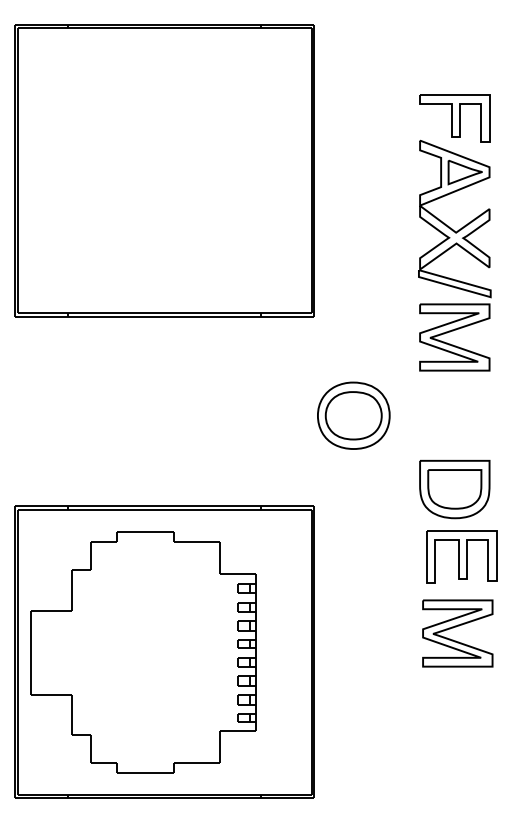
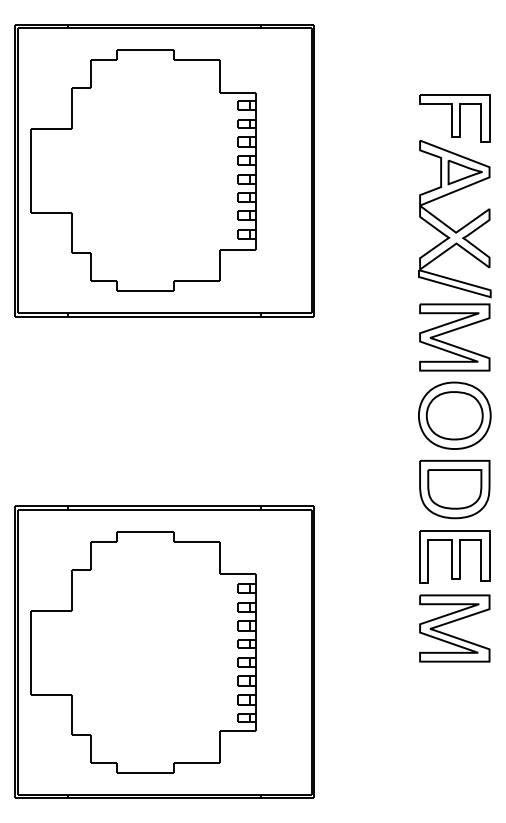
part at (143, 170): none -> present
part at (353, 415) position: (353, 415) -> (454, 415)
part at (461, 556) position: (461, 556) -> (454, 556)
part at (456, 627) position: (456, 627) -> (453, 622)
